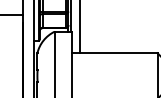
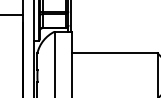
line at (79, 27): present -> none
